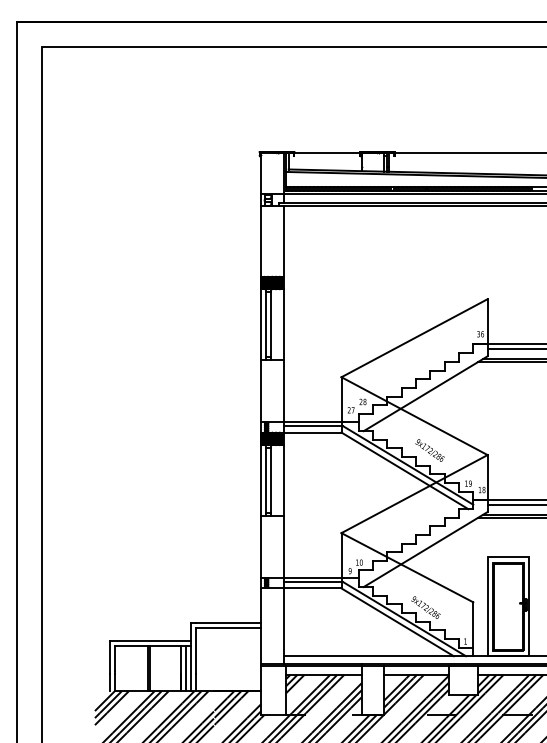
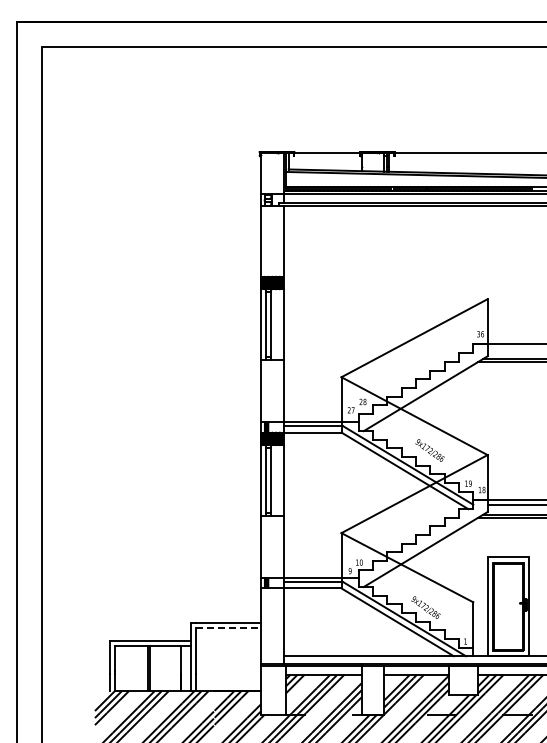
line at (515, 349): present -> none
line at (228, 627): solid -> dashed
line at (185, 668): present -> none
